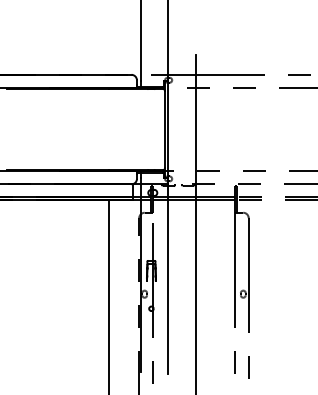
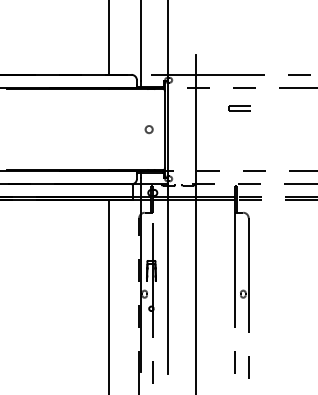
line at (109, 38): none -> present
part at (239, 108): none -> present
circle at (148, 129): none -> present
